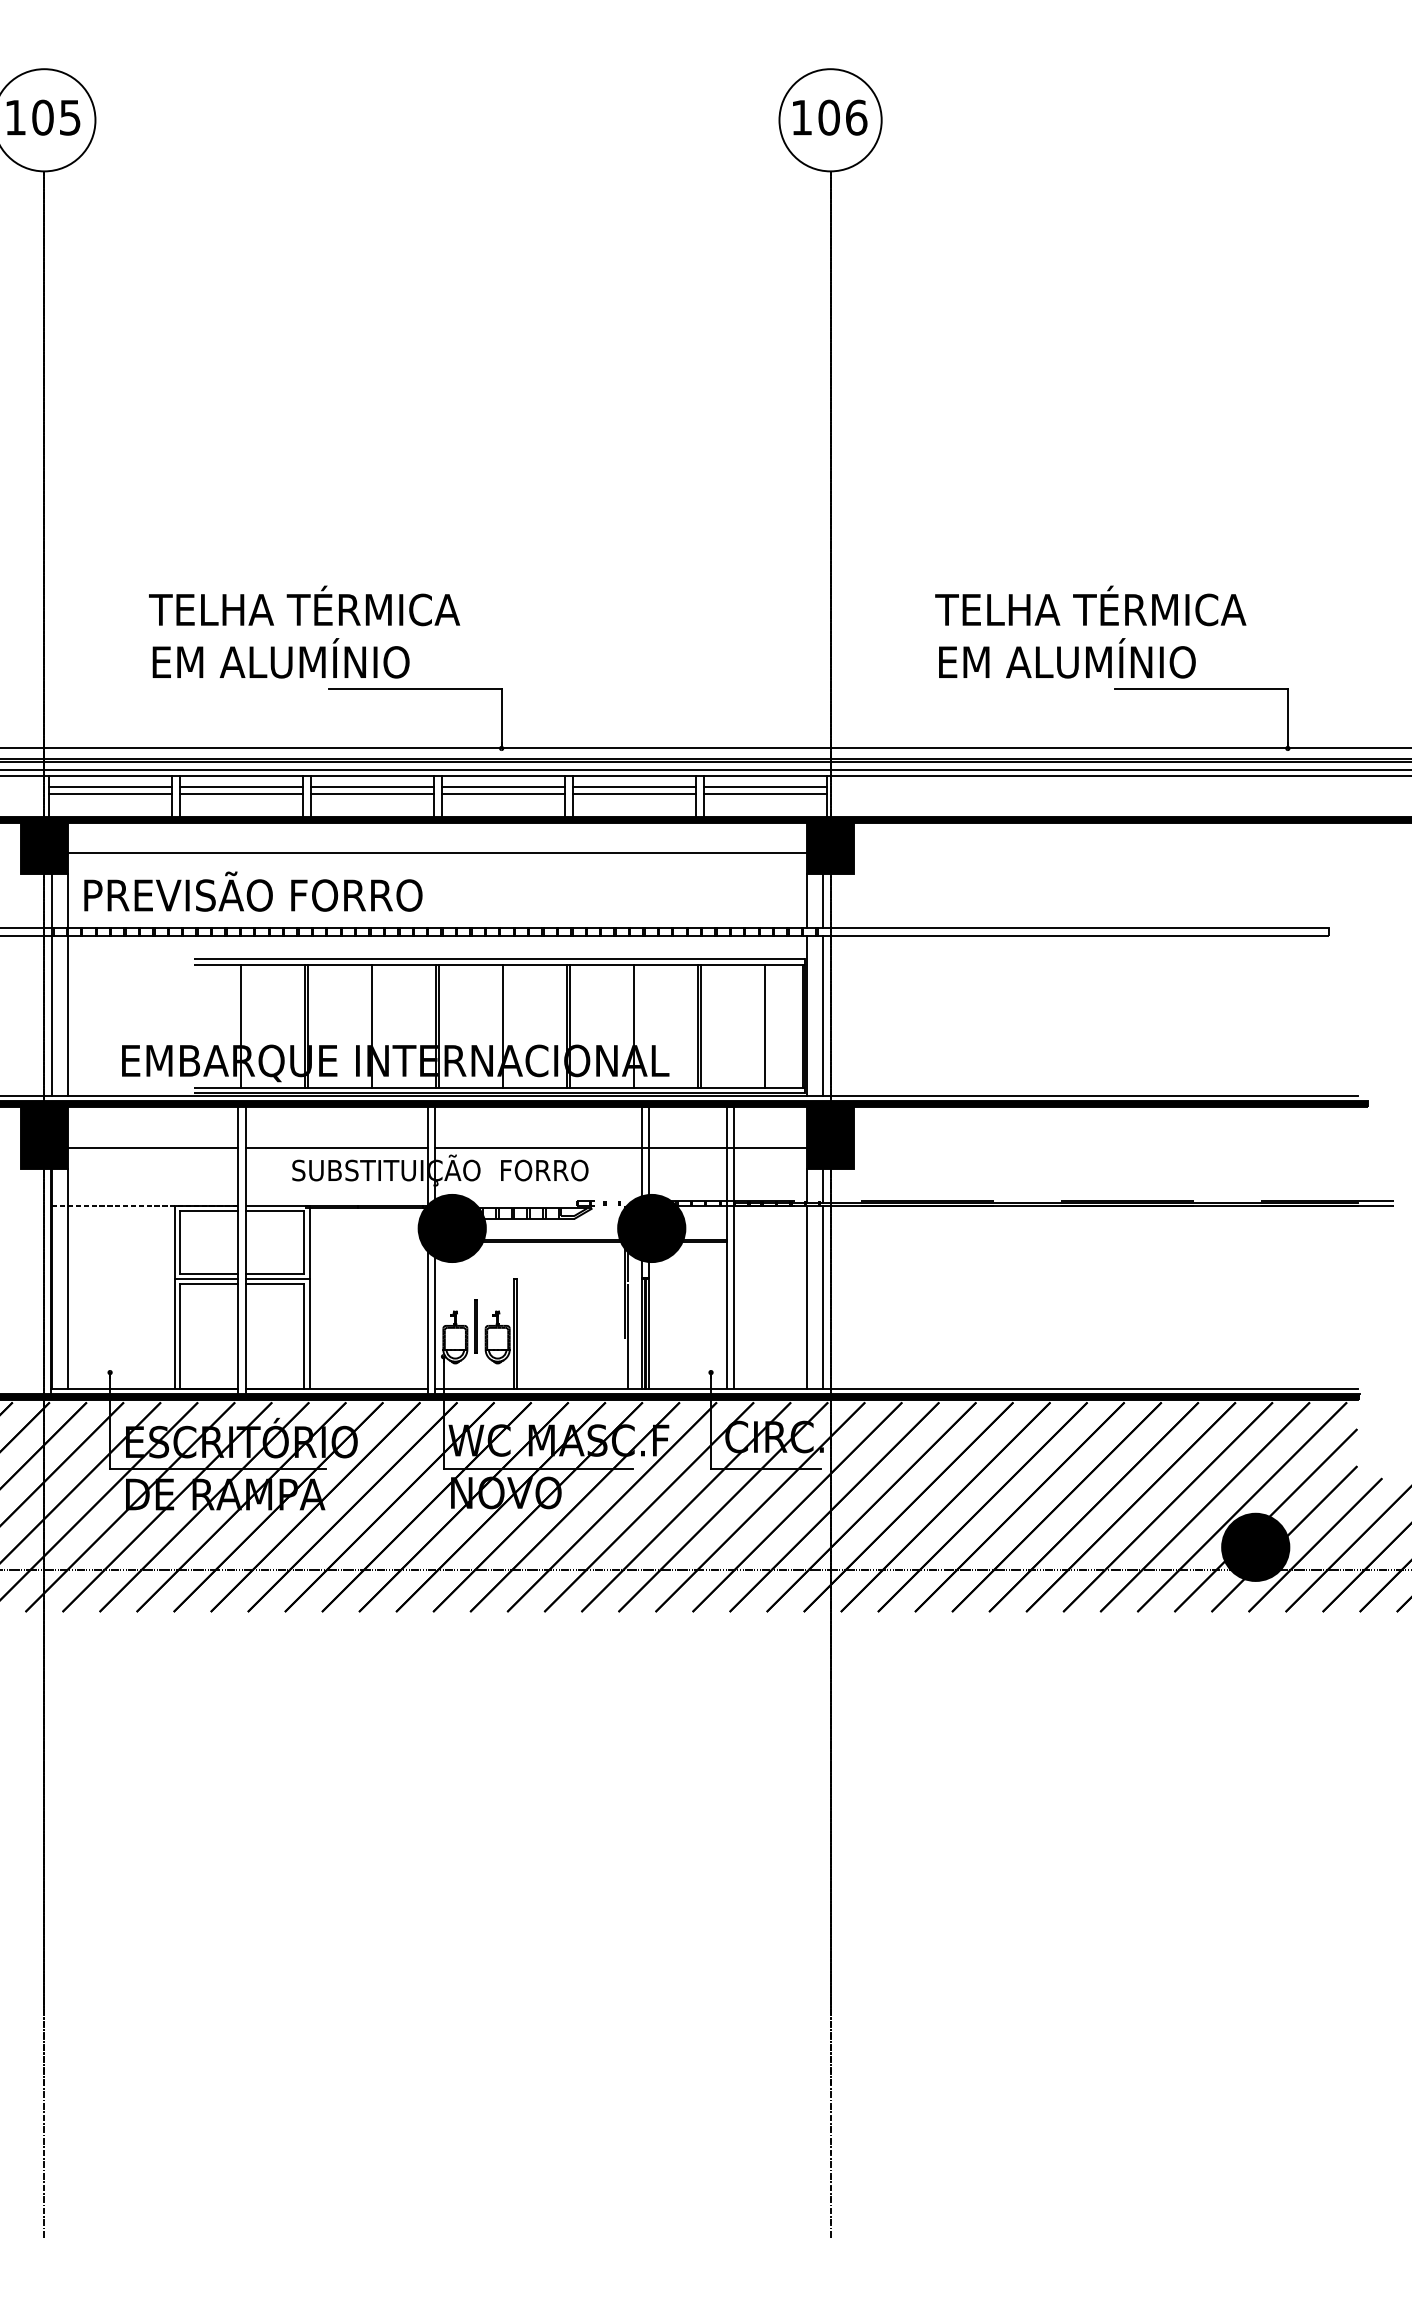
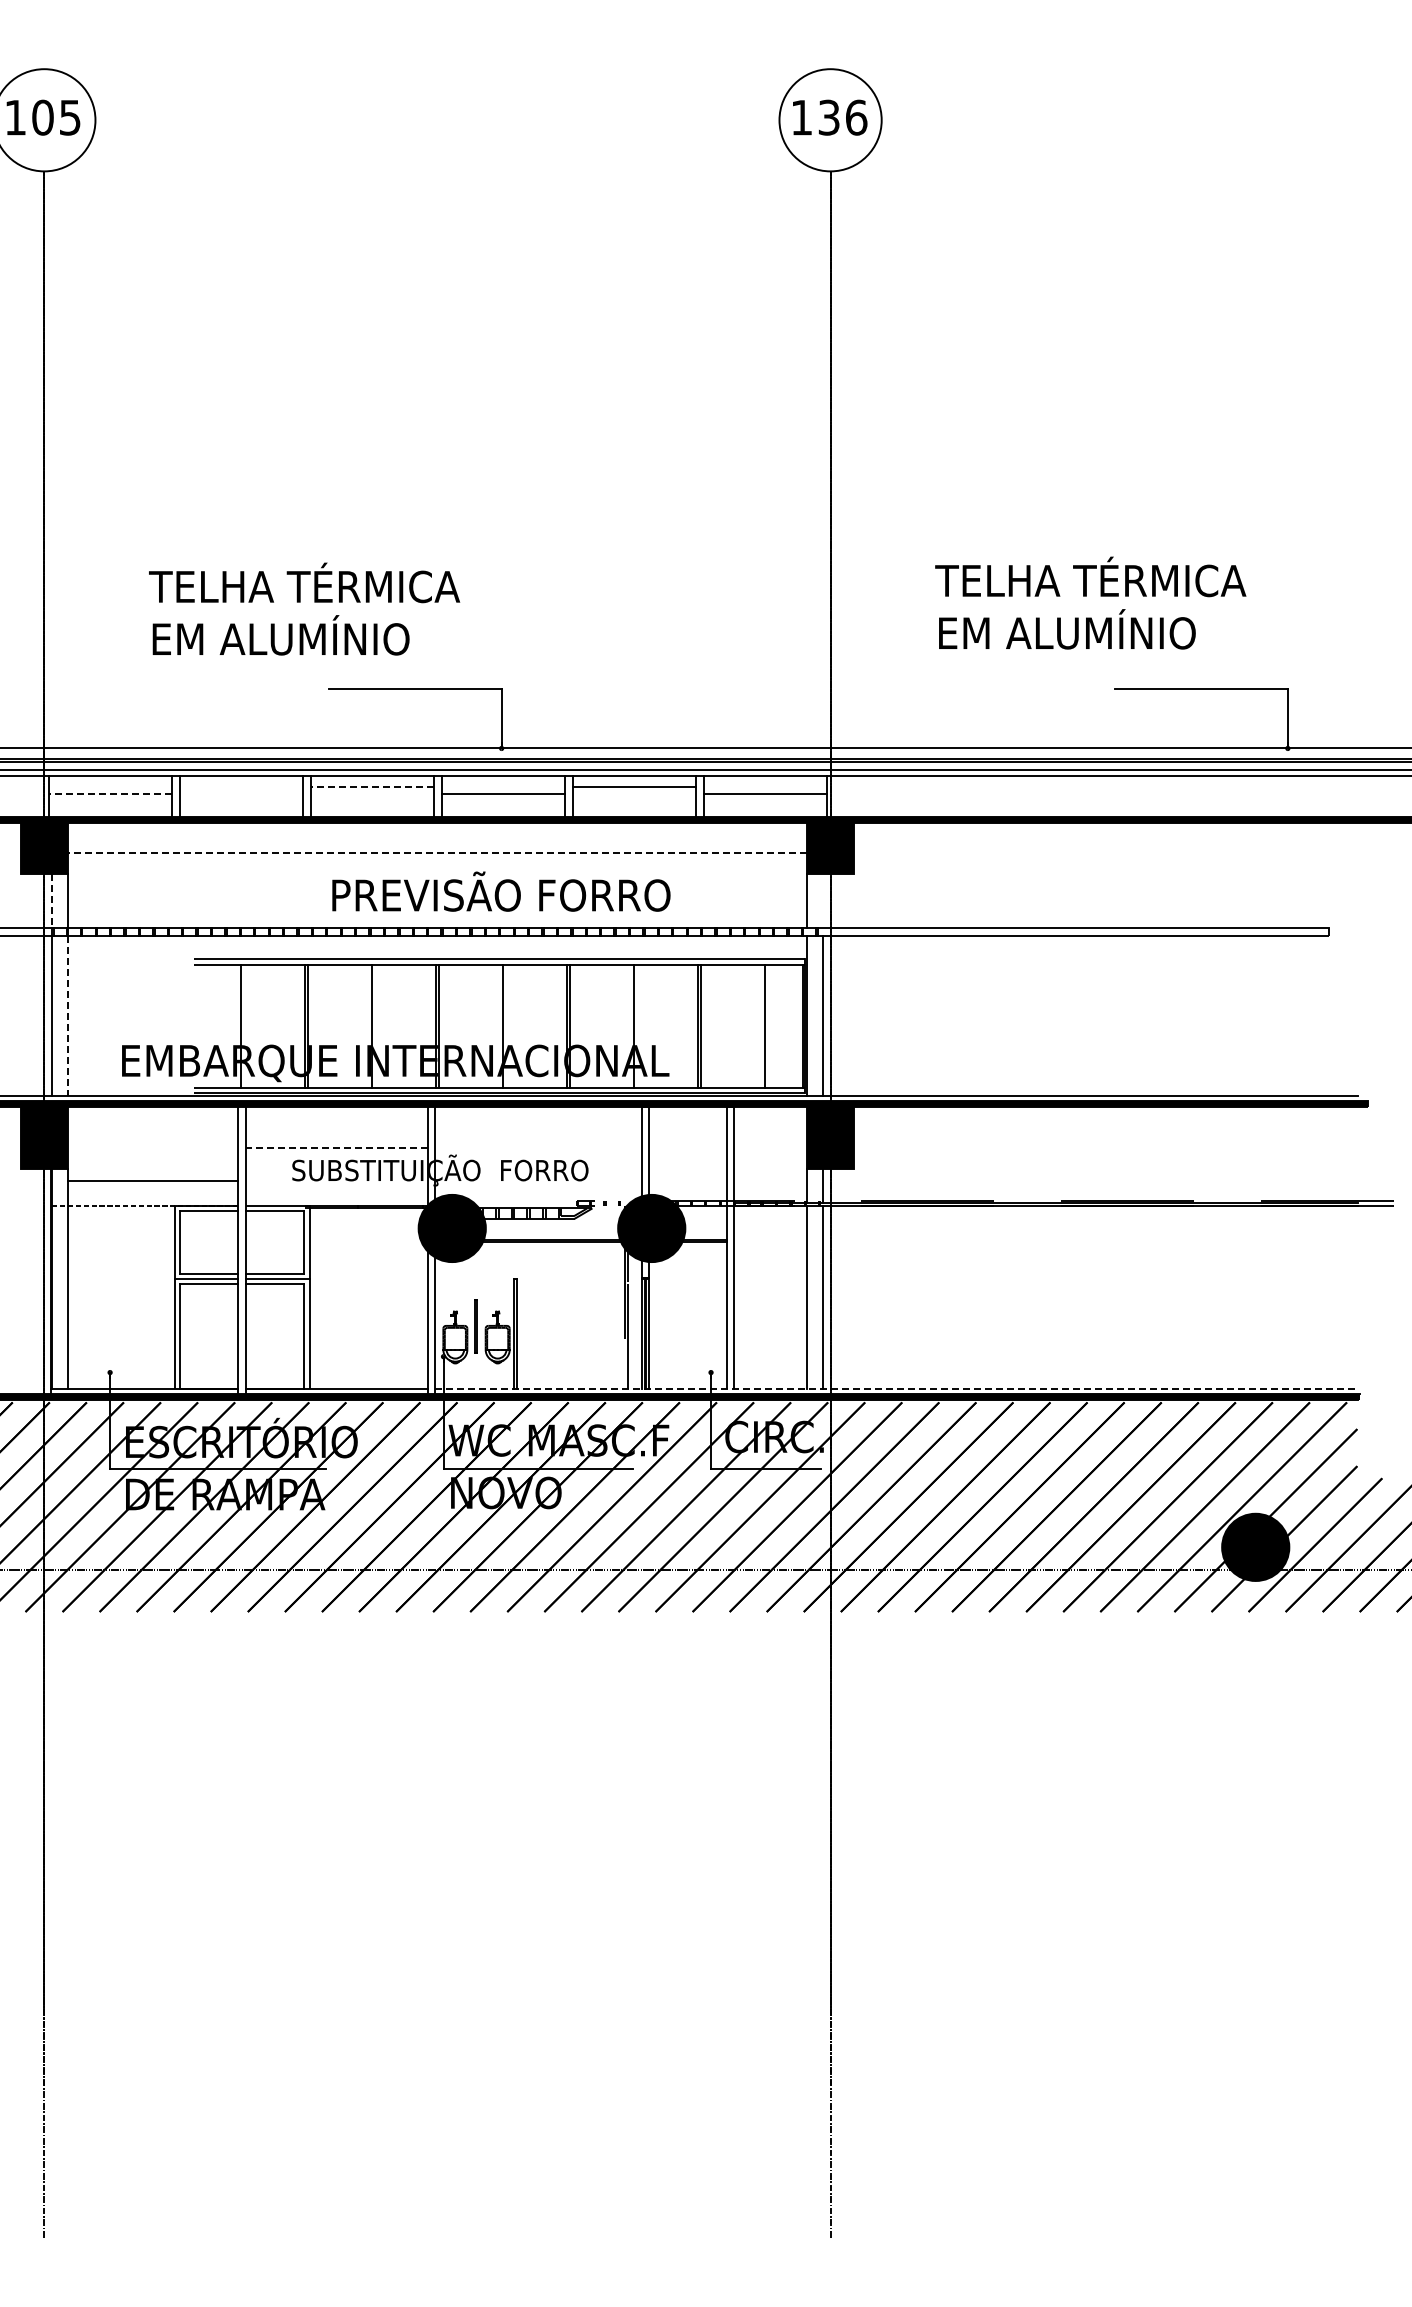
text at (828, 117): 106 -> 136
text at (304, 631) position: (304, 631) -> (304, 608)
text at (1090, 631) position: (1090, 631) -> (1090, 602)
line at (109, 787): present -> none
line at (240, 787): present -> none
line at (372, 787): solid -> dashed
line at (502, 787): present -> none
line at (764, 787): present -> none
line at (110, 793): solid -> dashed
line at (240, 793): present -> none
line at (371, 793): present -> none
line at (633, 793): present -> none
line at (437, 853): solid -> dashed
text at (253, 891) position: (253, 891) -> (501, 891)
line at (52, 901): solid -> dashed
line at (823, 901): present -> none
line at (67, 1015): solid -> dashed
line at (152, 1148) position: (152, 1148) -> (152, 1181)
line at (336, 1148): solid -> dashed
line at (621, 1148): present -> none
line at (897, 1389): solid -> dashed
